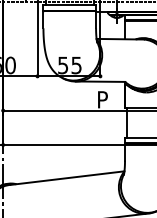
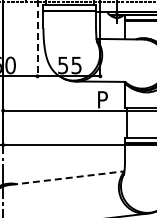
line at (37, 38): solid -> dashed
line at (68, 178): solid -> dashed
